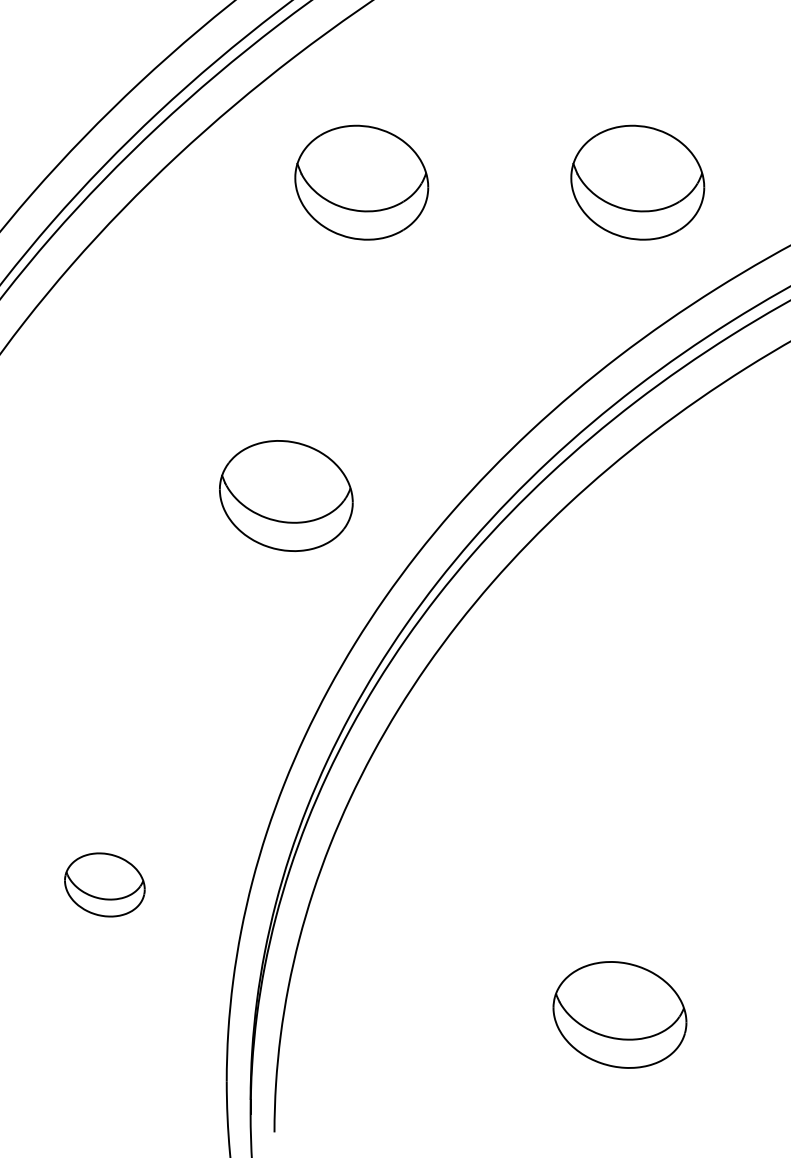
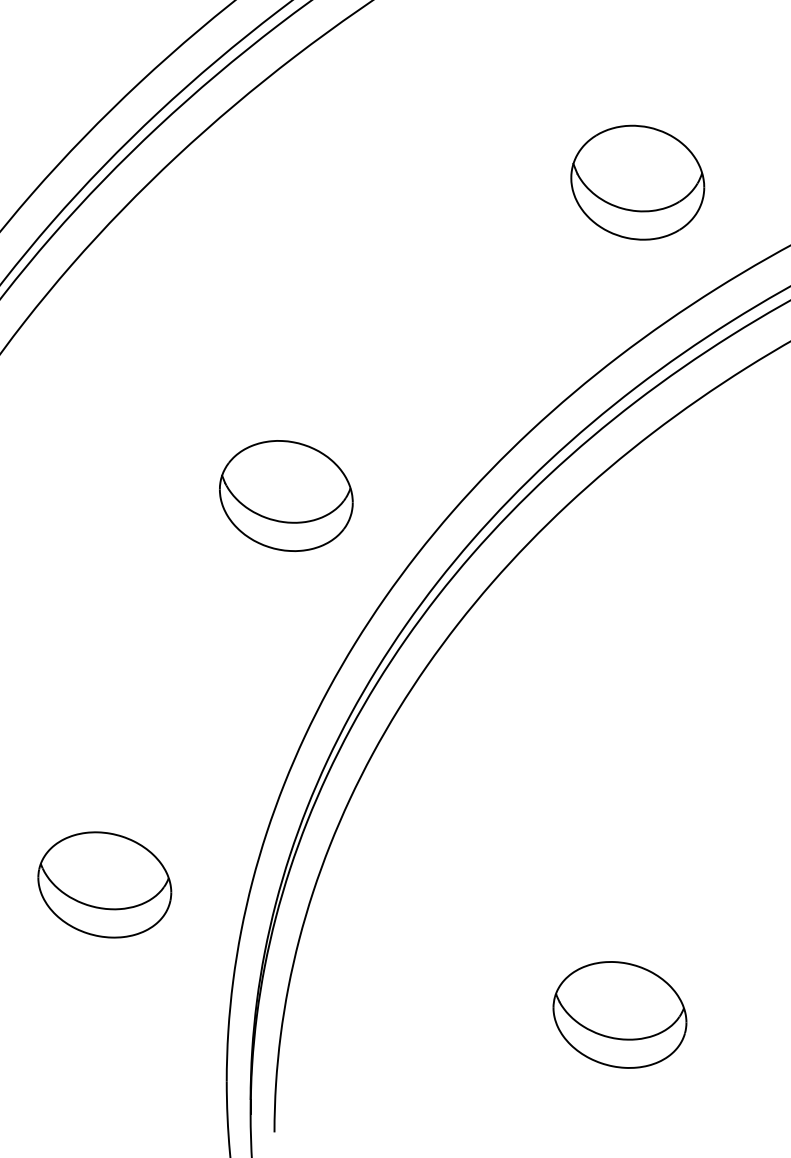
part at (361, 182): present -> none
part at (104, 884) size: 82x66 px -> 136x108 px
